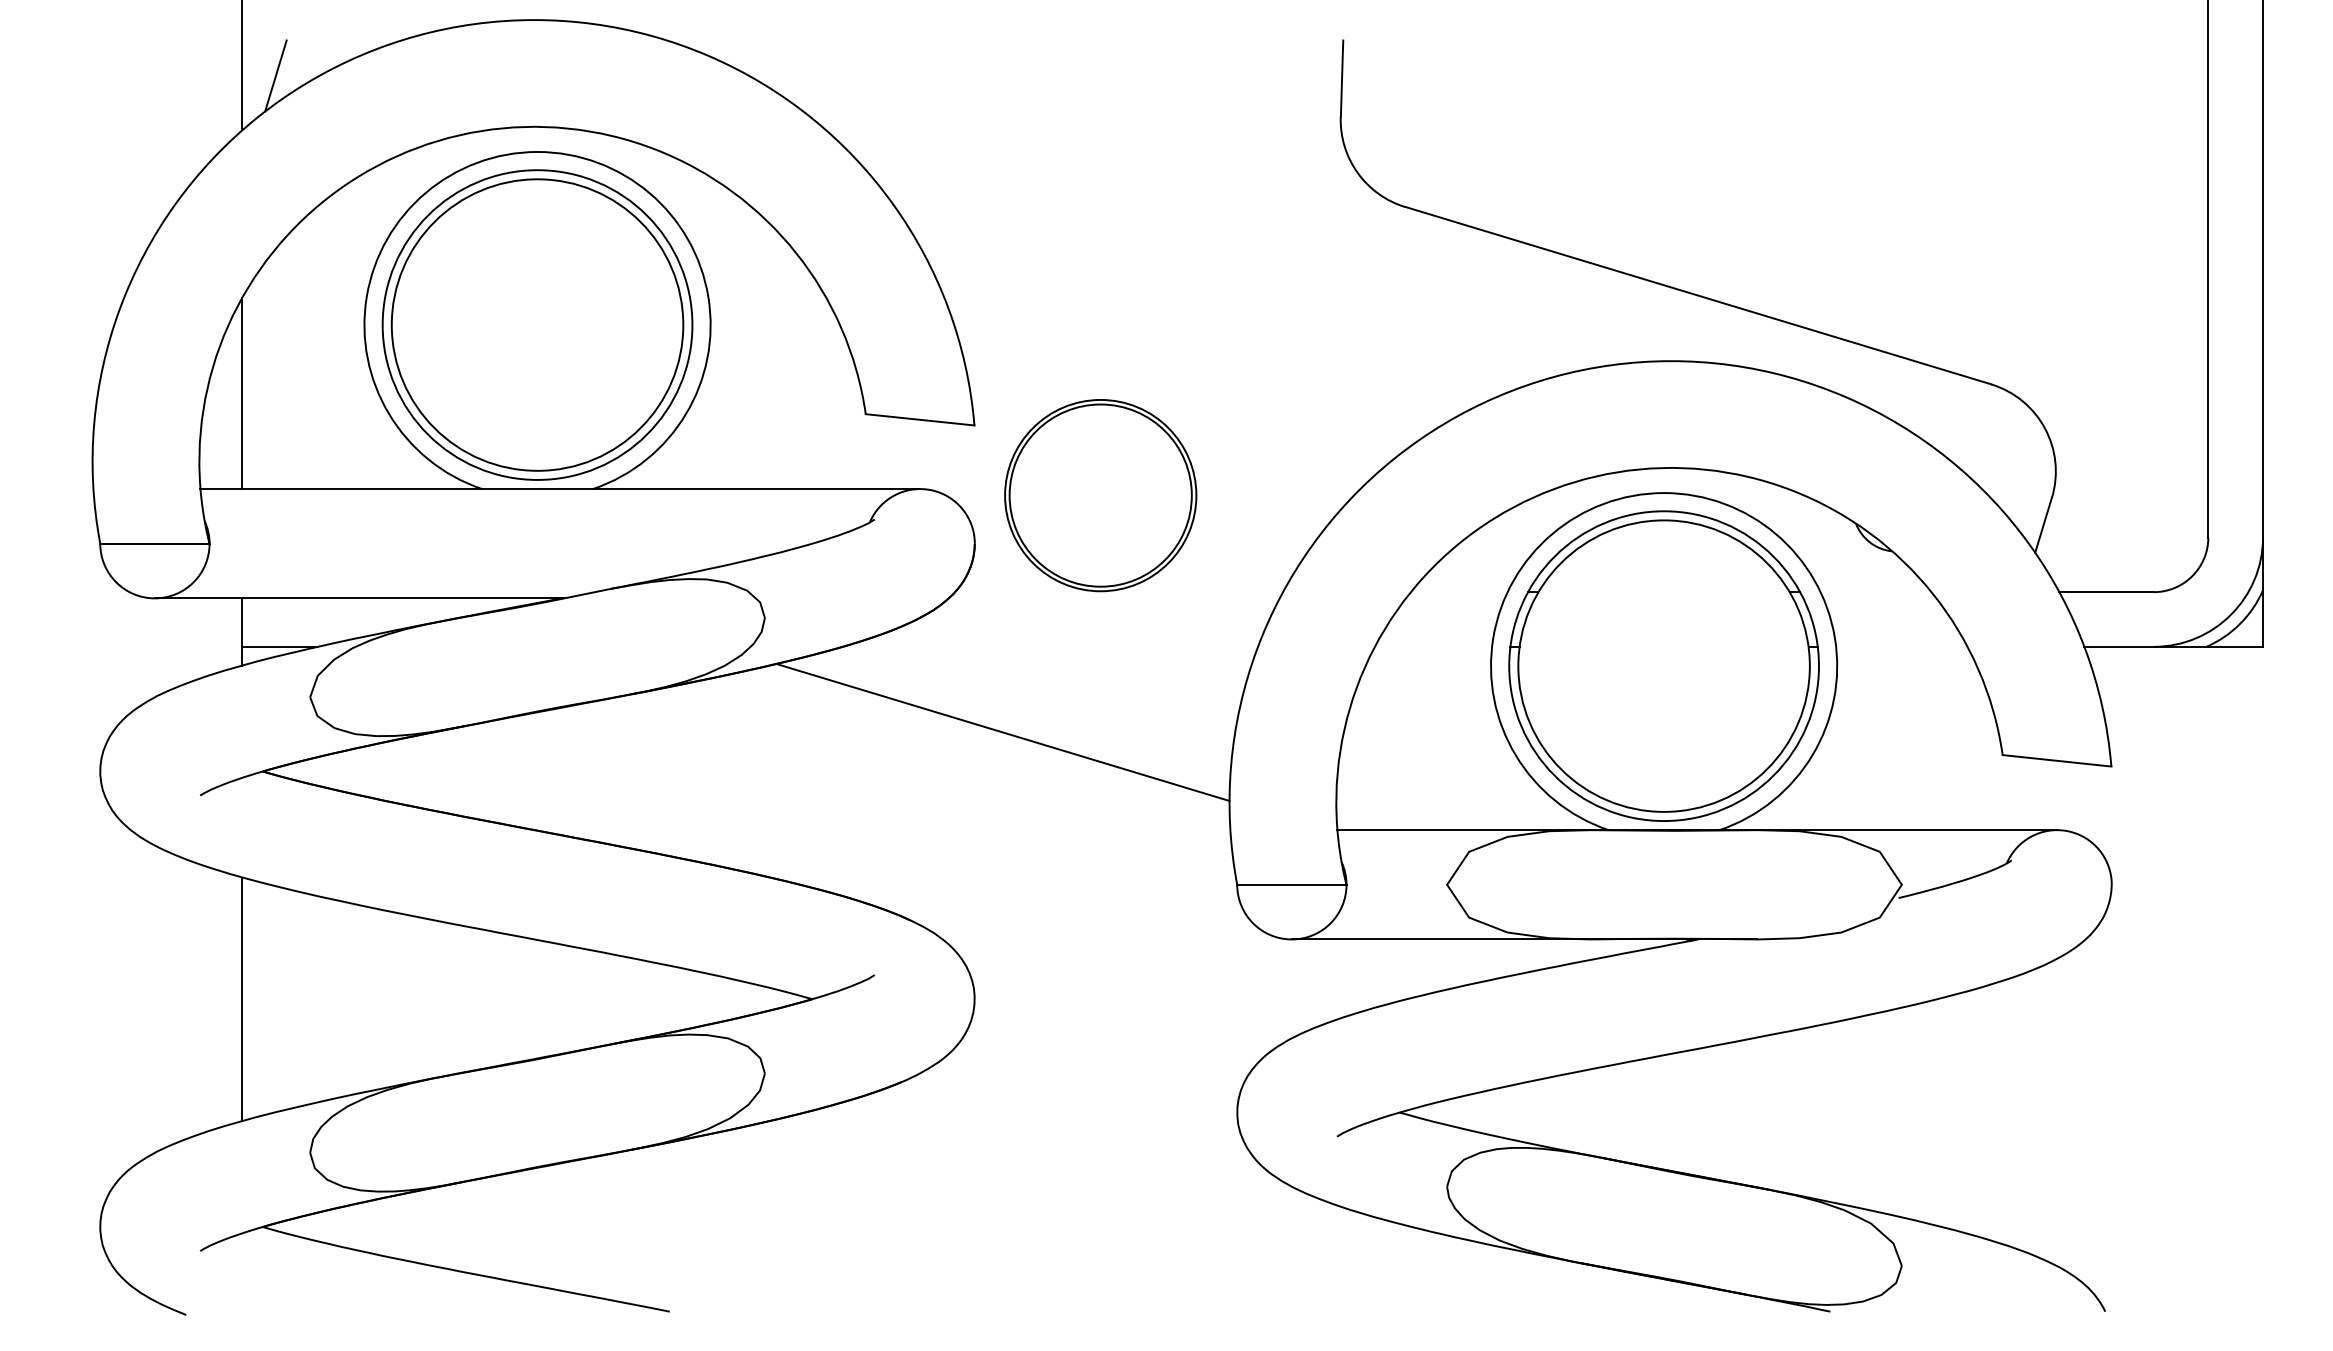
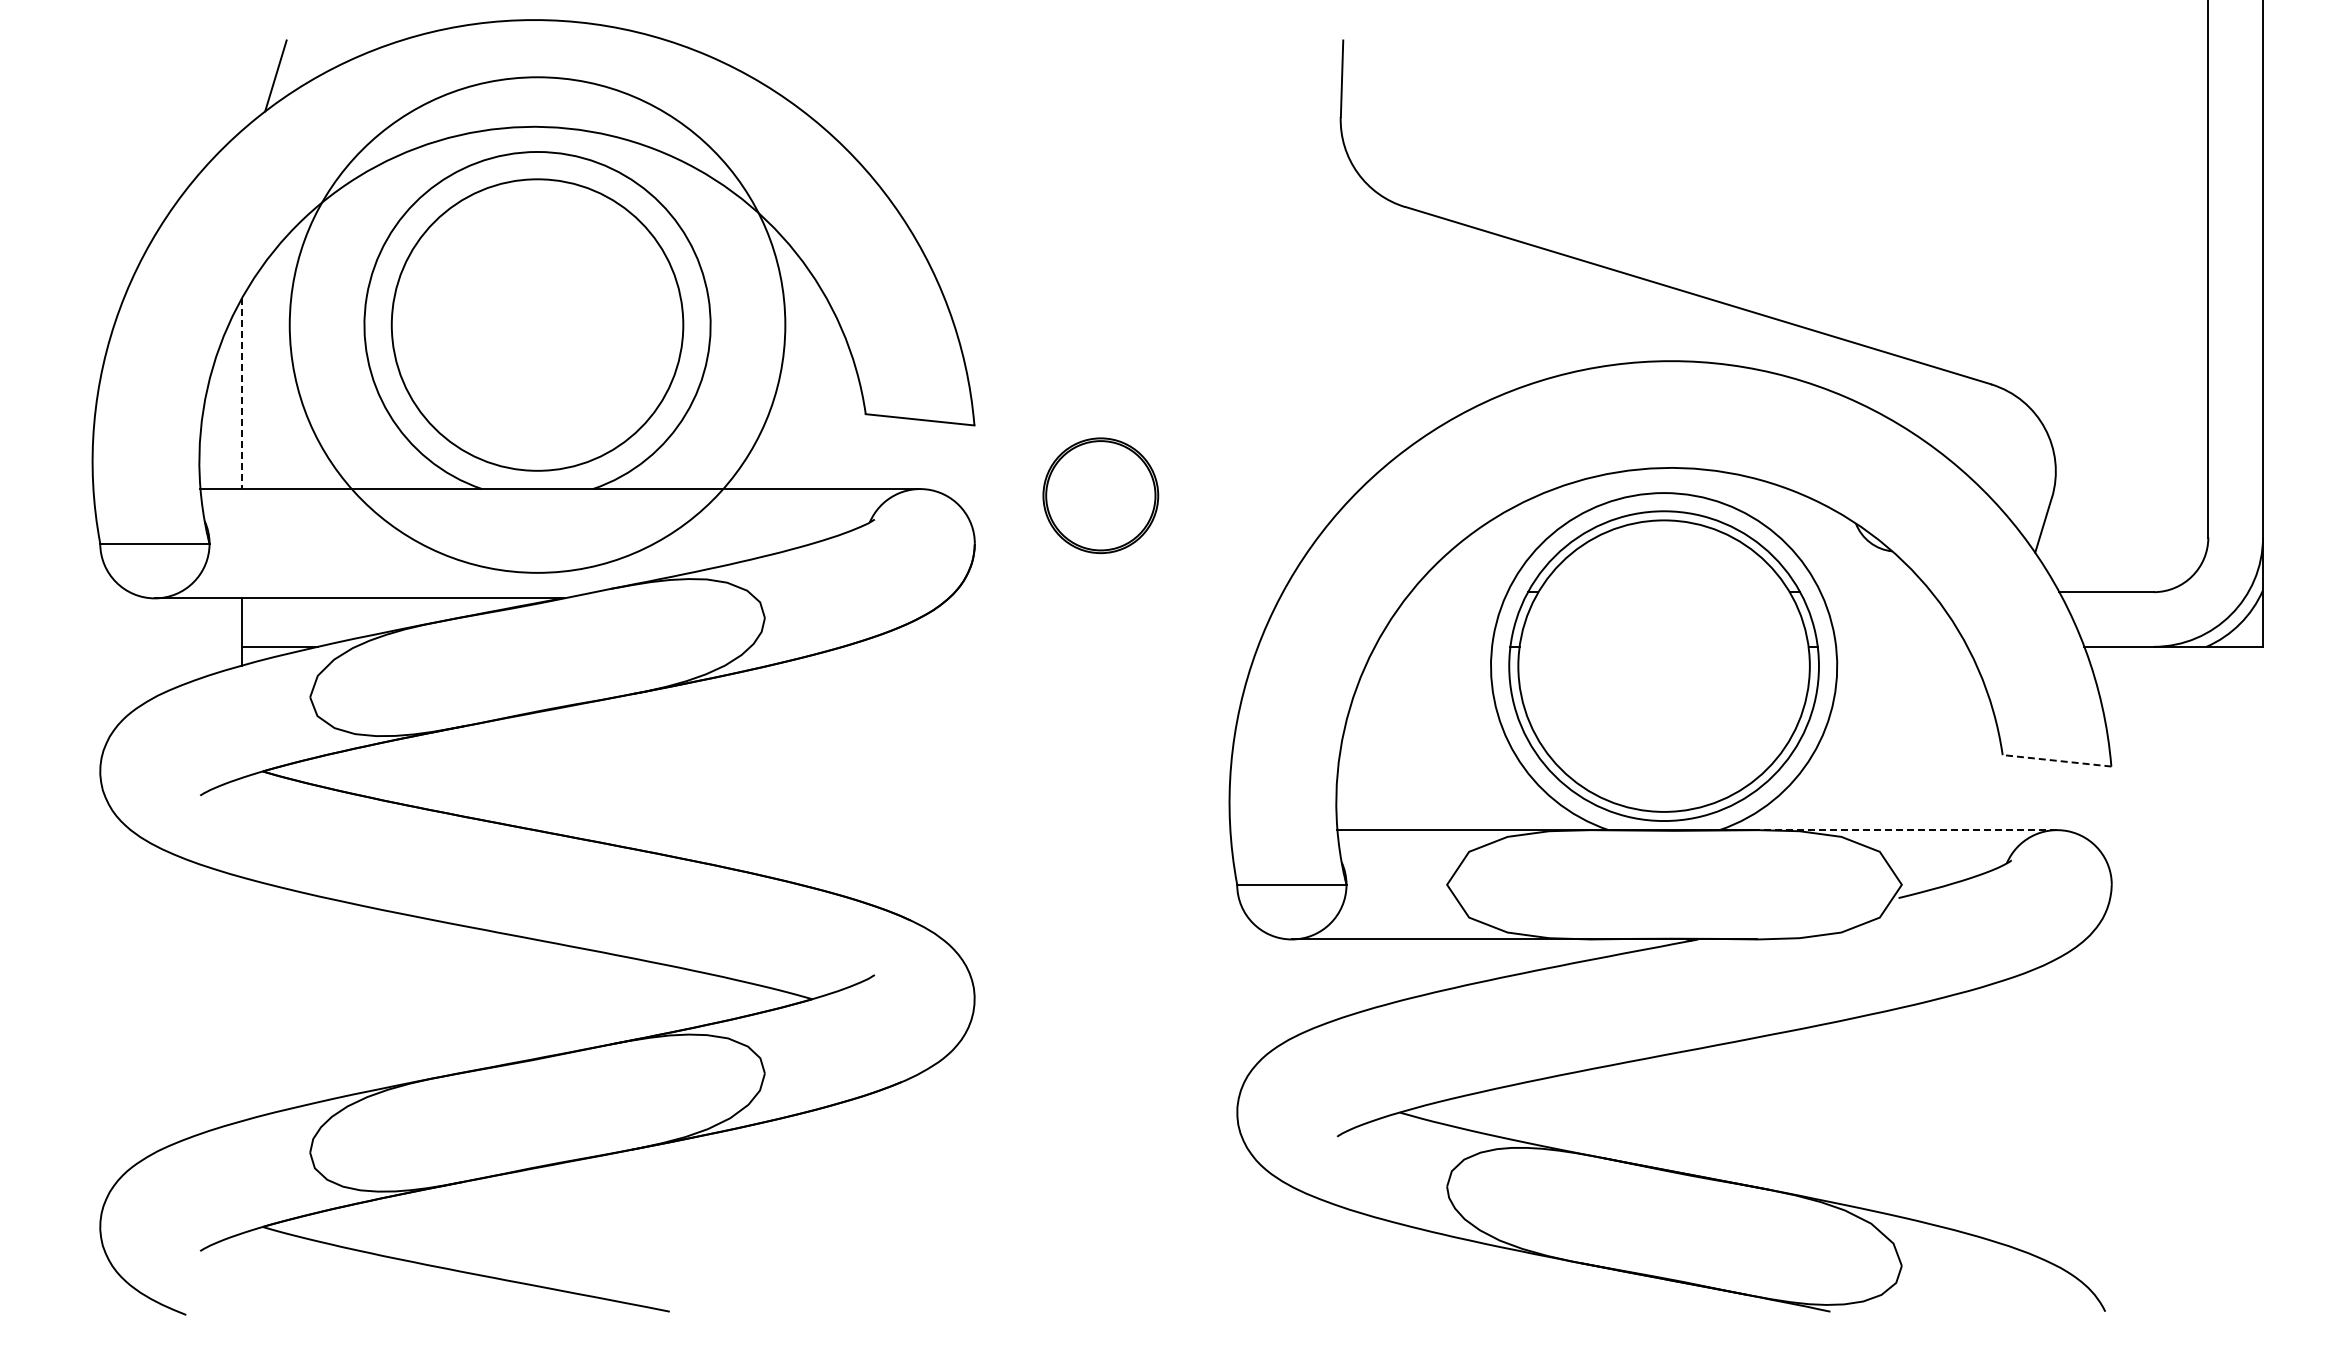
line at (242, 66): present -> none
circle at (537, 324) diameter: 310 px -> 496 px
line at (242, 393): solid -> dashed
part at (1100, 495) size: 194x194 px -> 118x117 px
line at (1002, 731): present -> none
line at (2057, 760): solid -> dashed
line at (1907, 830): solid -> dashed
line at (242, 999): present -> none
